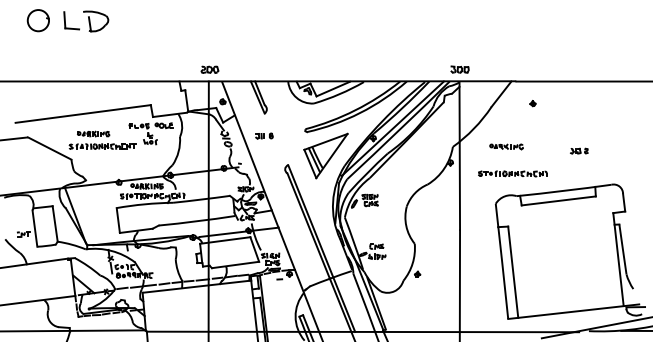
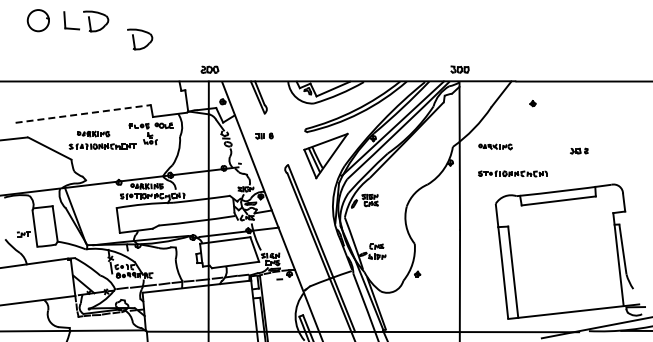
part at (140, 39): none -> present
line at (83, 113): solid -> dashed
part at (506, 146) position: (506, 146) -> (495, 146)
